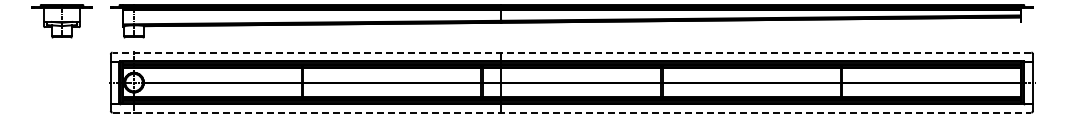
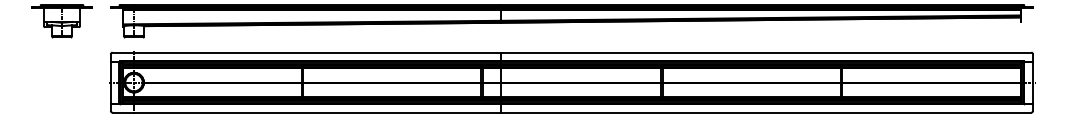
line at (571, 52): dashed -> solid
line at (572, 112): dashed -> solid
